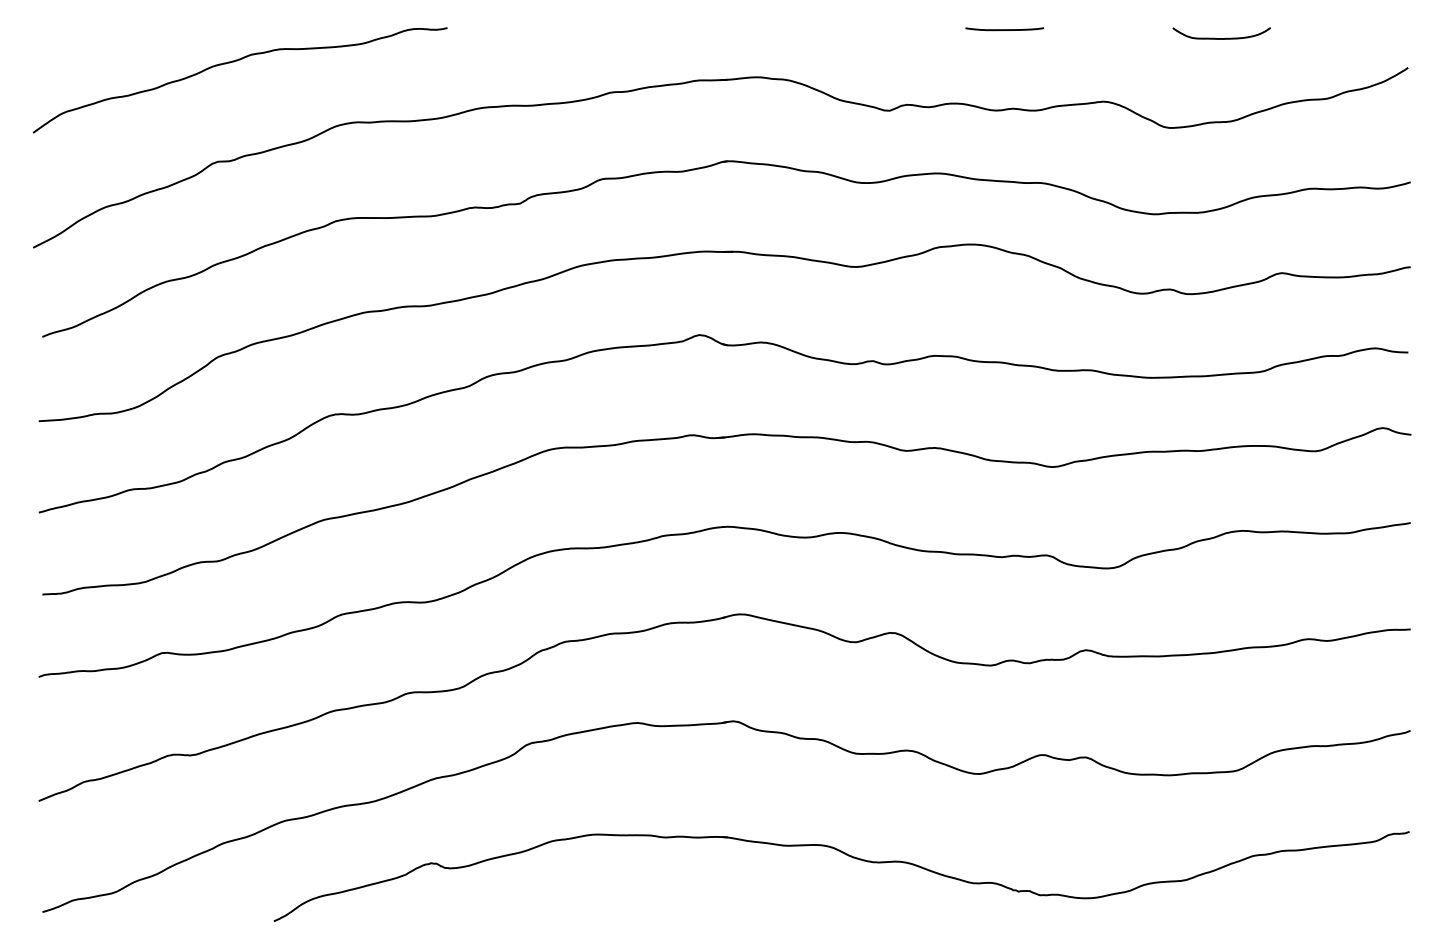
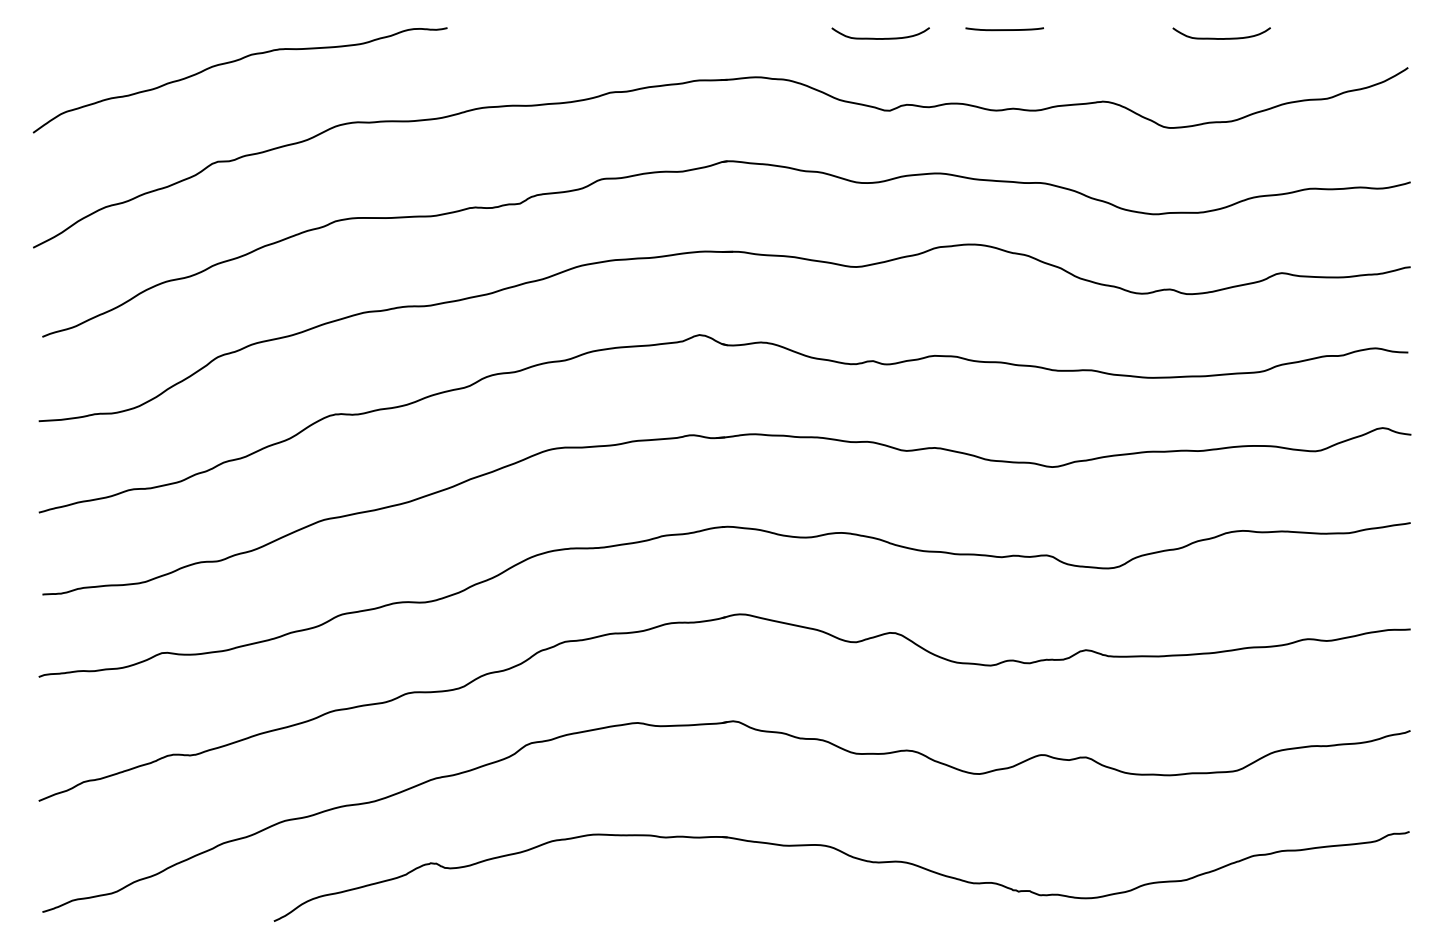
curve at (880, 38): none -> present
